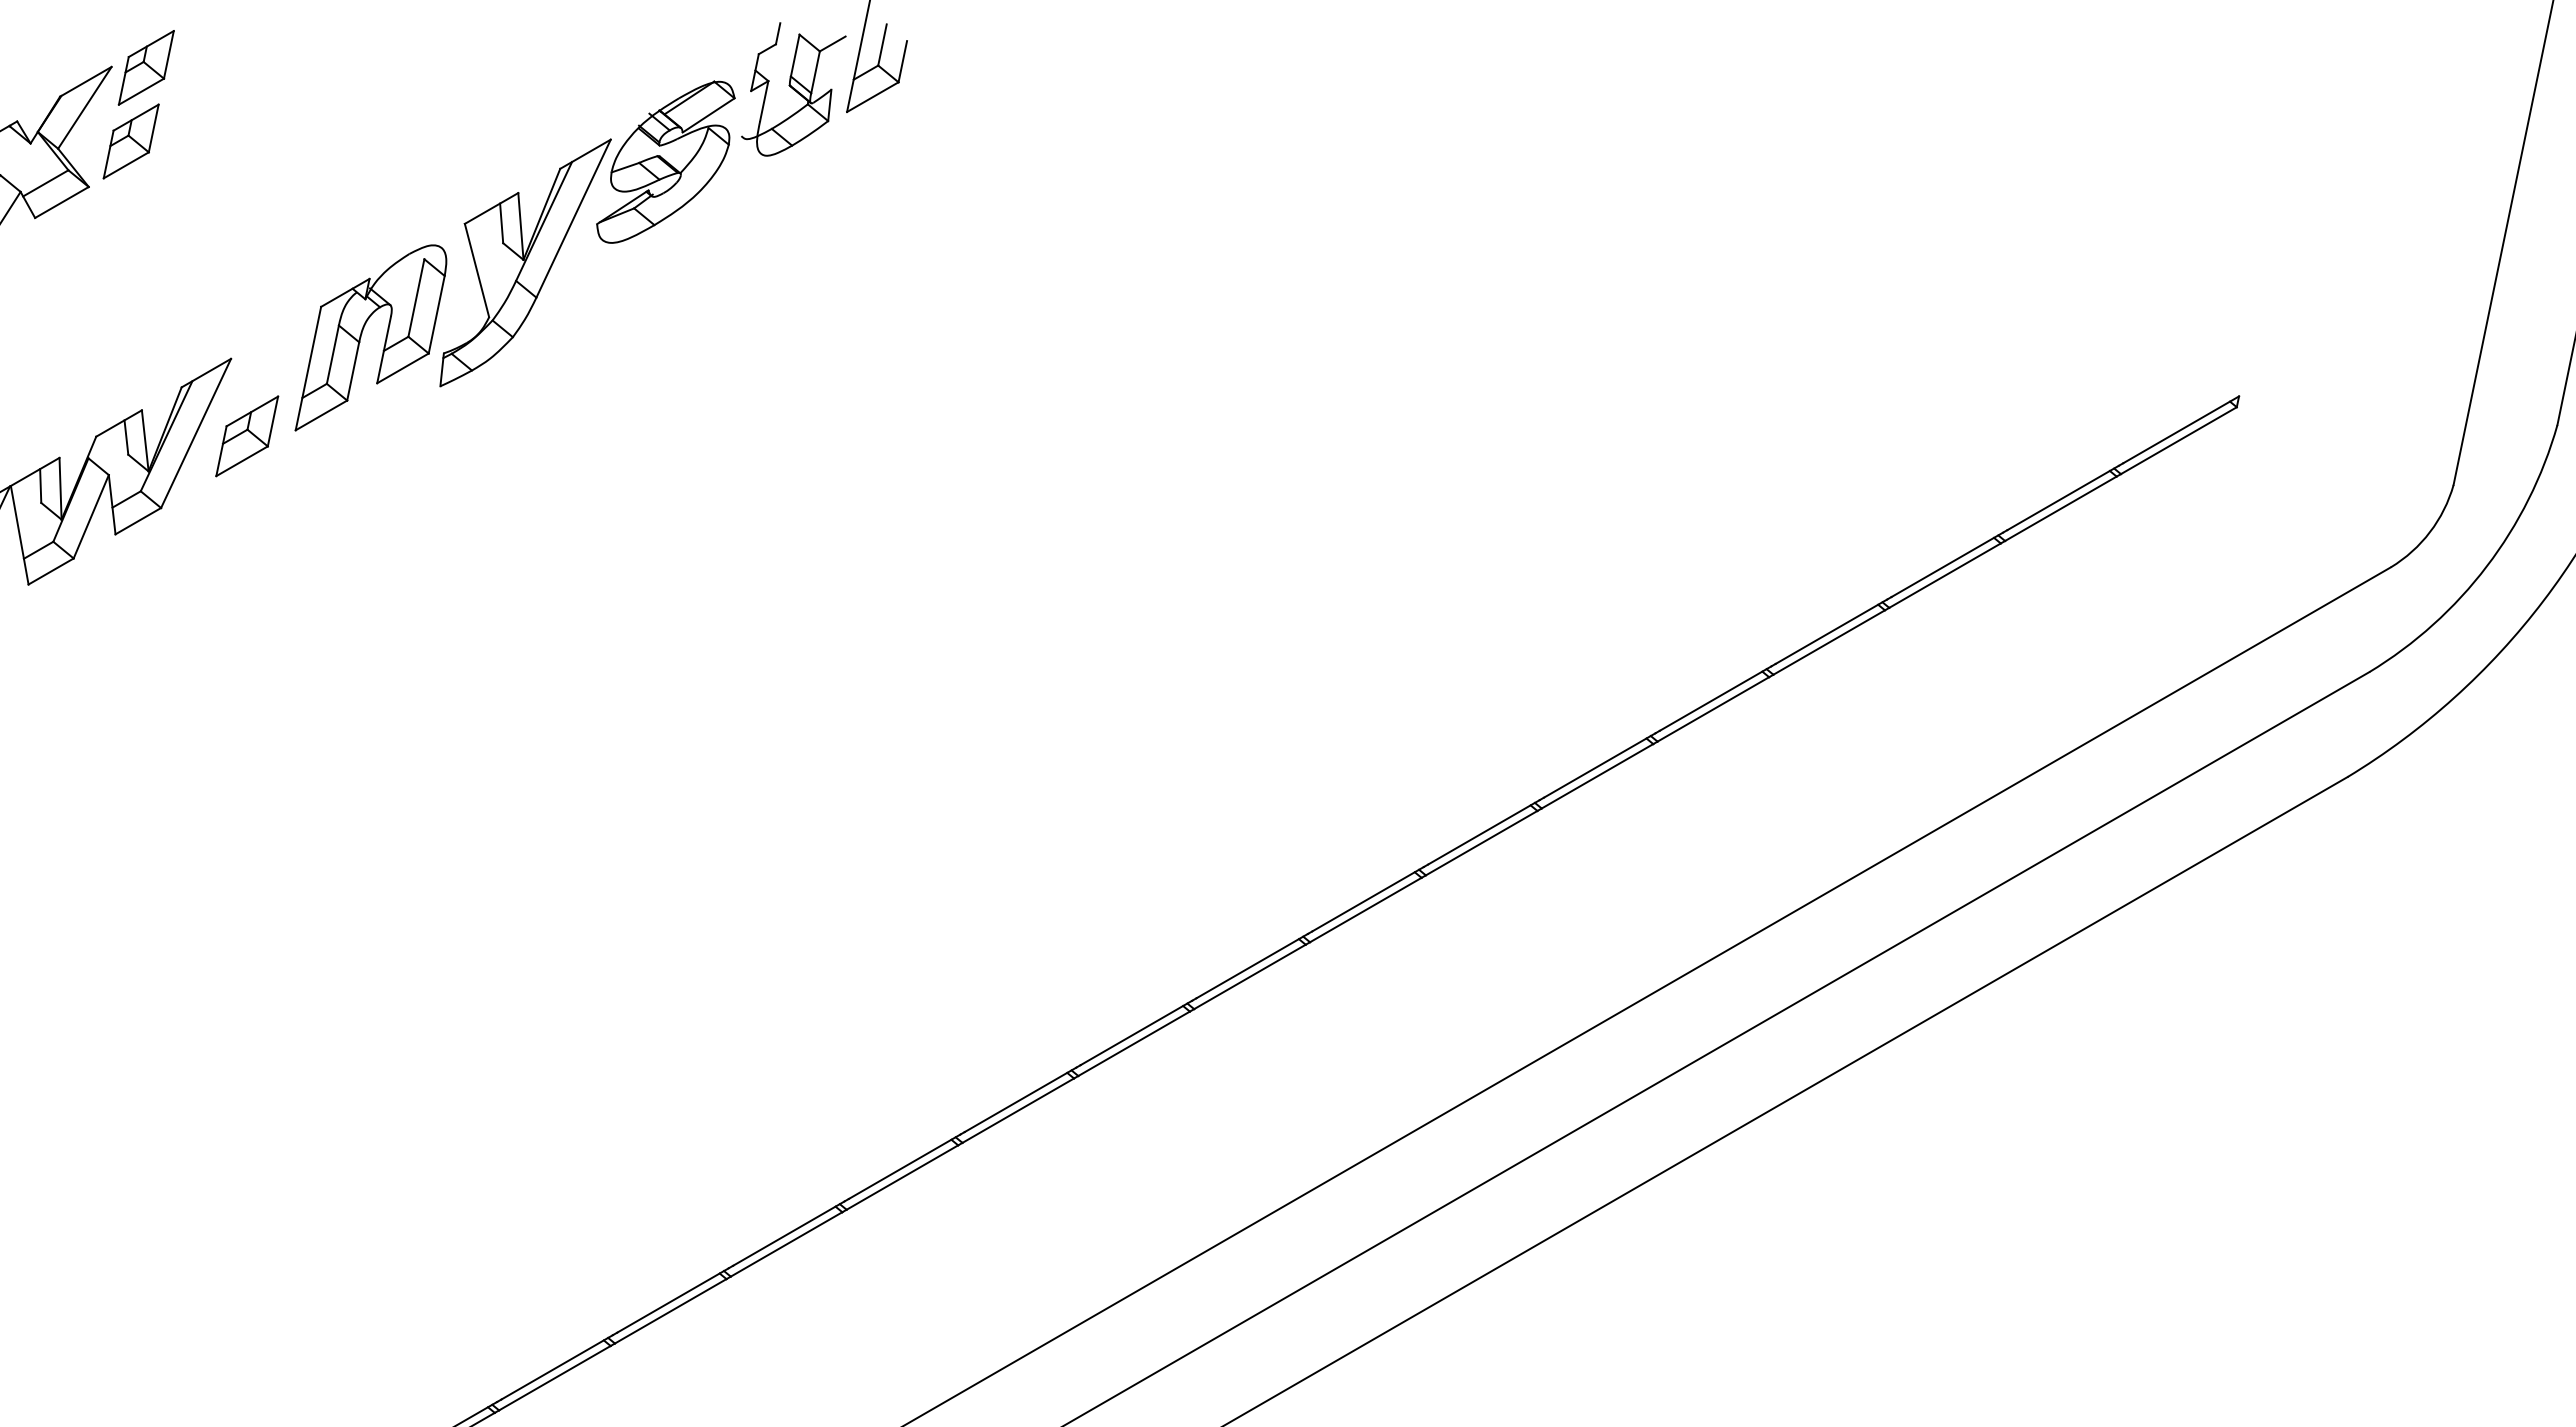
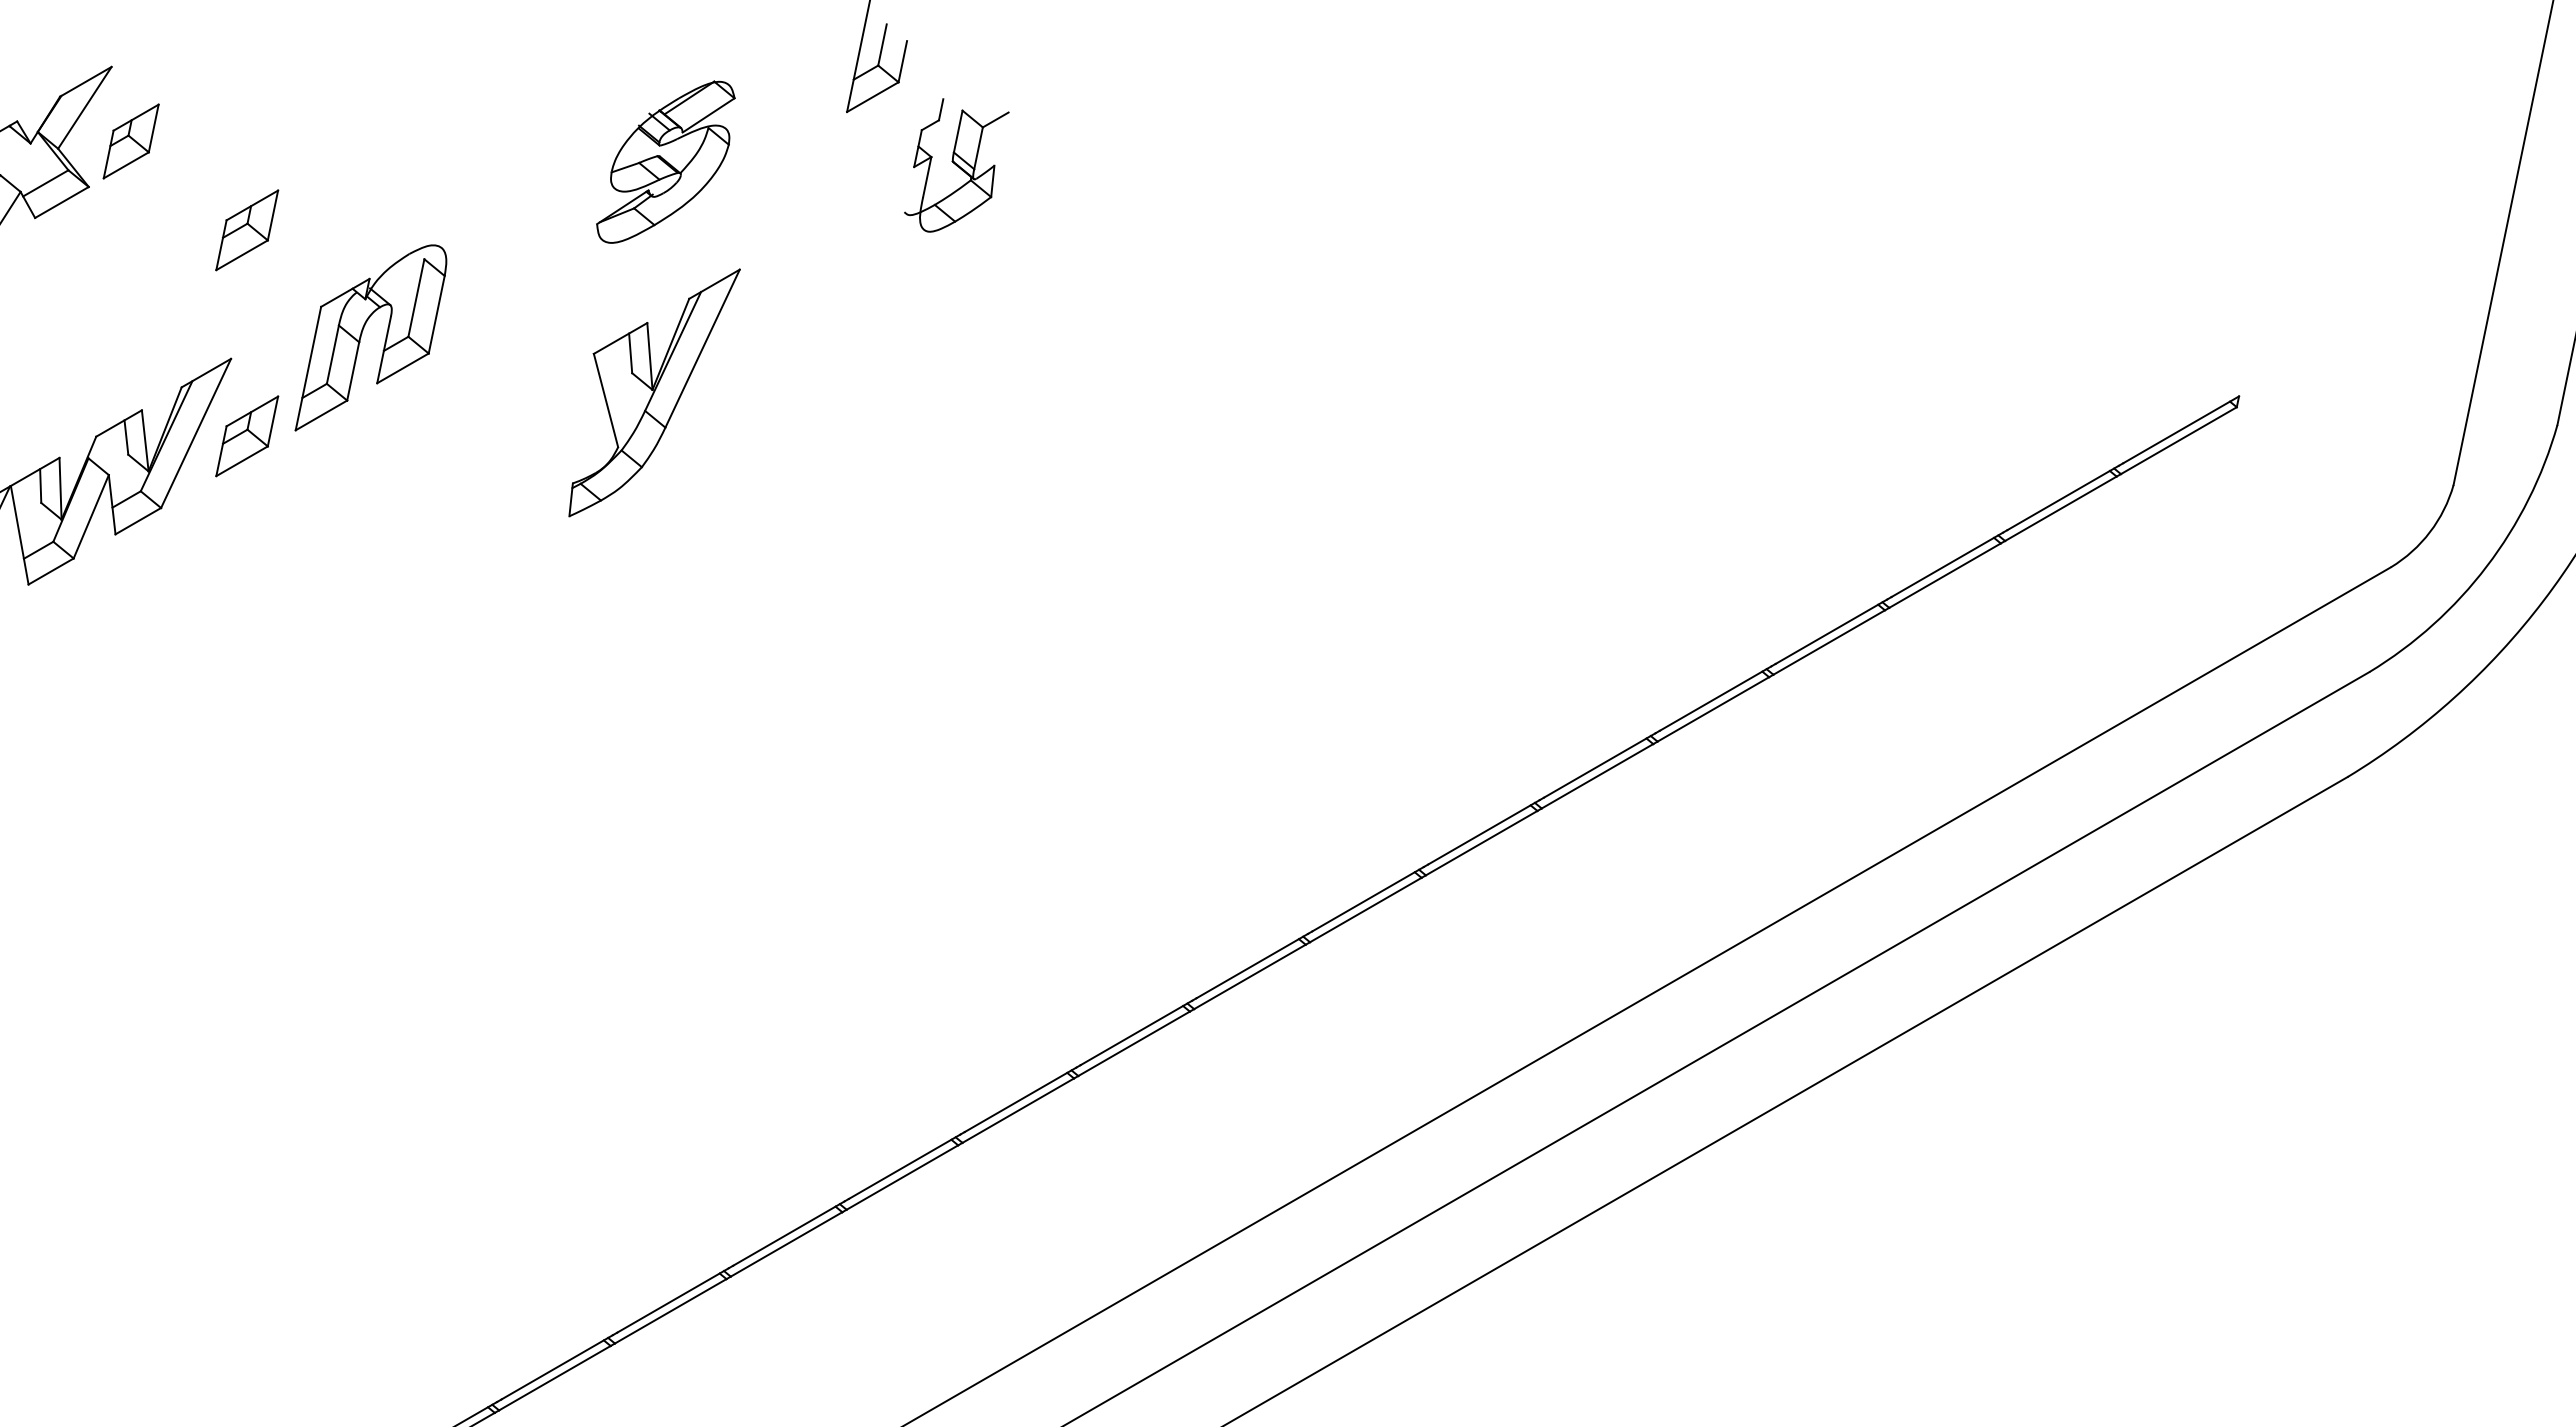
part at (145, 67): present -> none
part at (793, 89) position: (793, 89) -> (956, 165)
part at (247, 230): none -> present
part at (525, 262) position: (525, 262) -> (654, 392)
